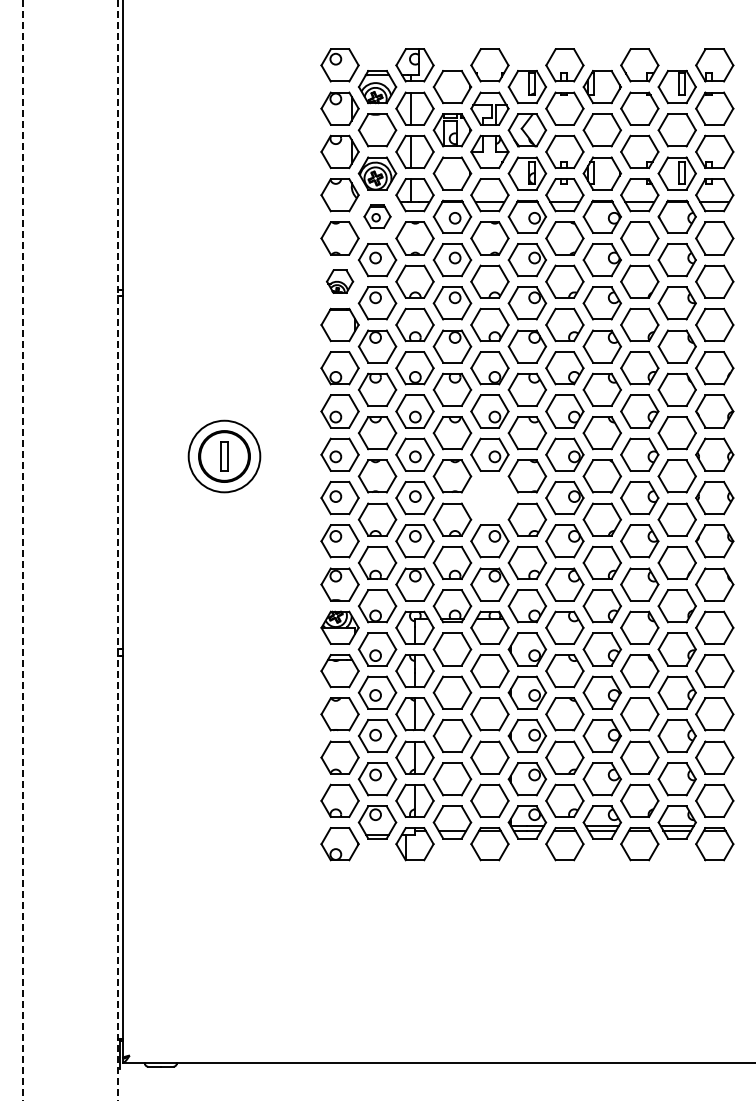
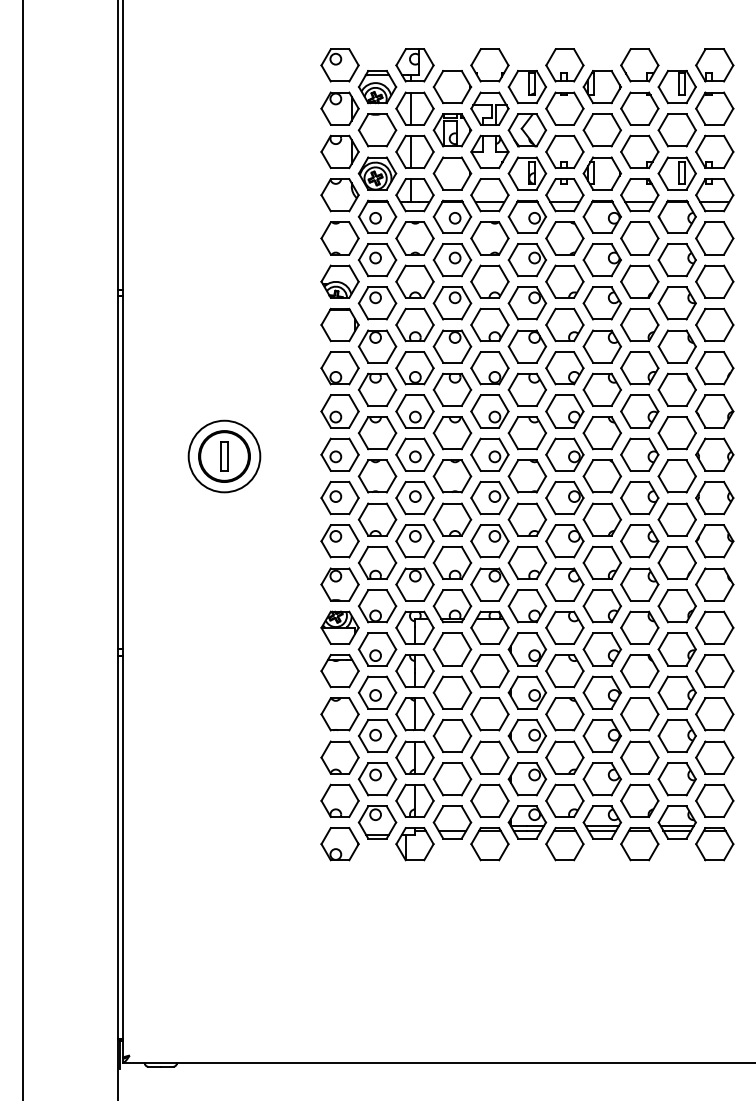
part at (377, 216) size: 29x25 px -> 41x35 px
part at (340, 281) size: 29x25 px -> 40x35 px
part at (489, 498): none -> present
line at (22, 550): dashed -> solid
line at (117, 550): dashed -> solid
